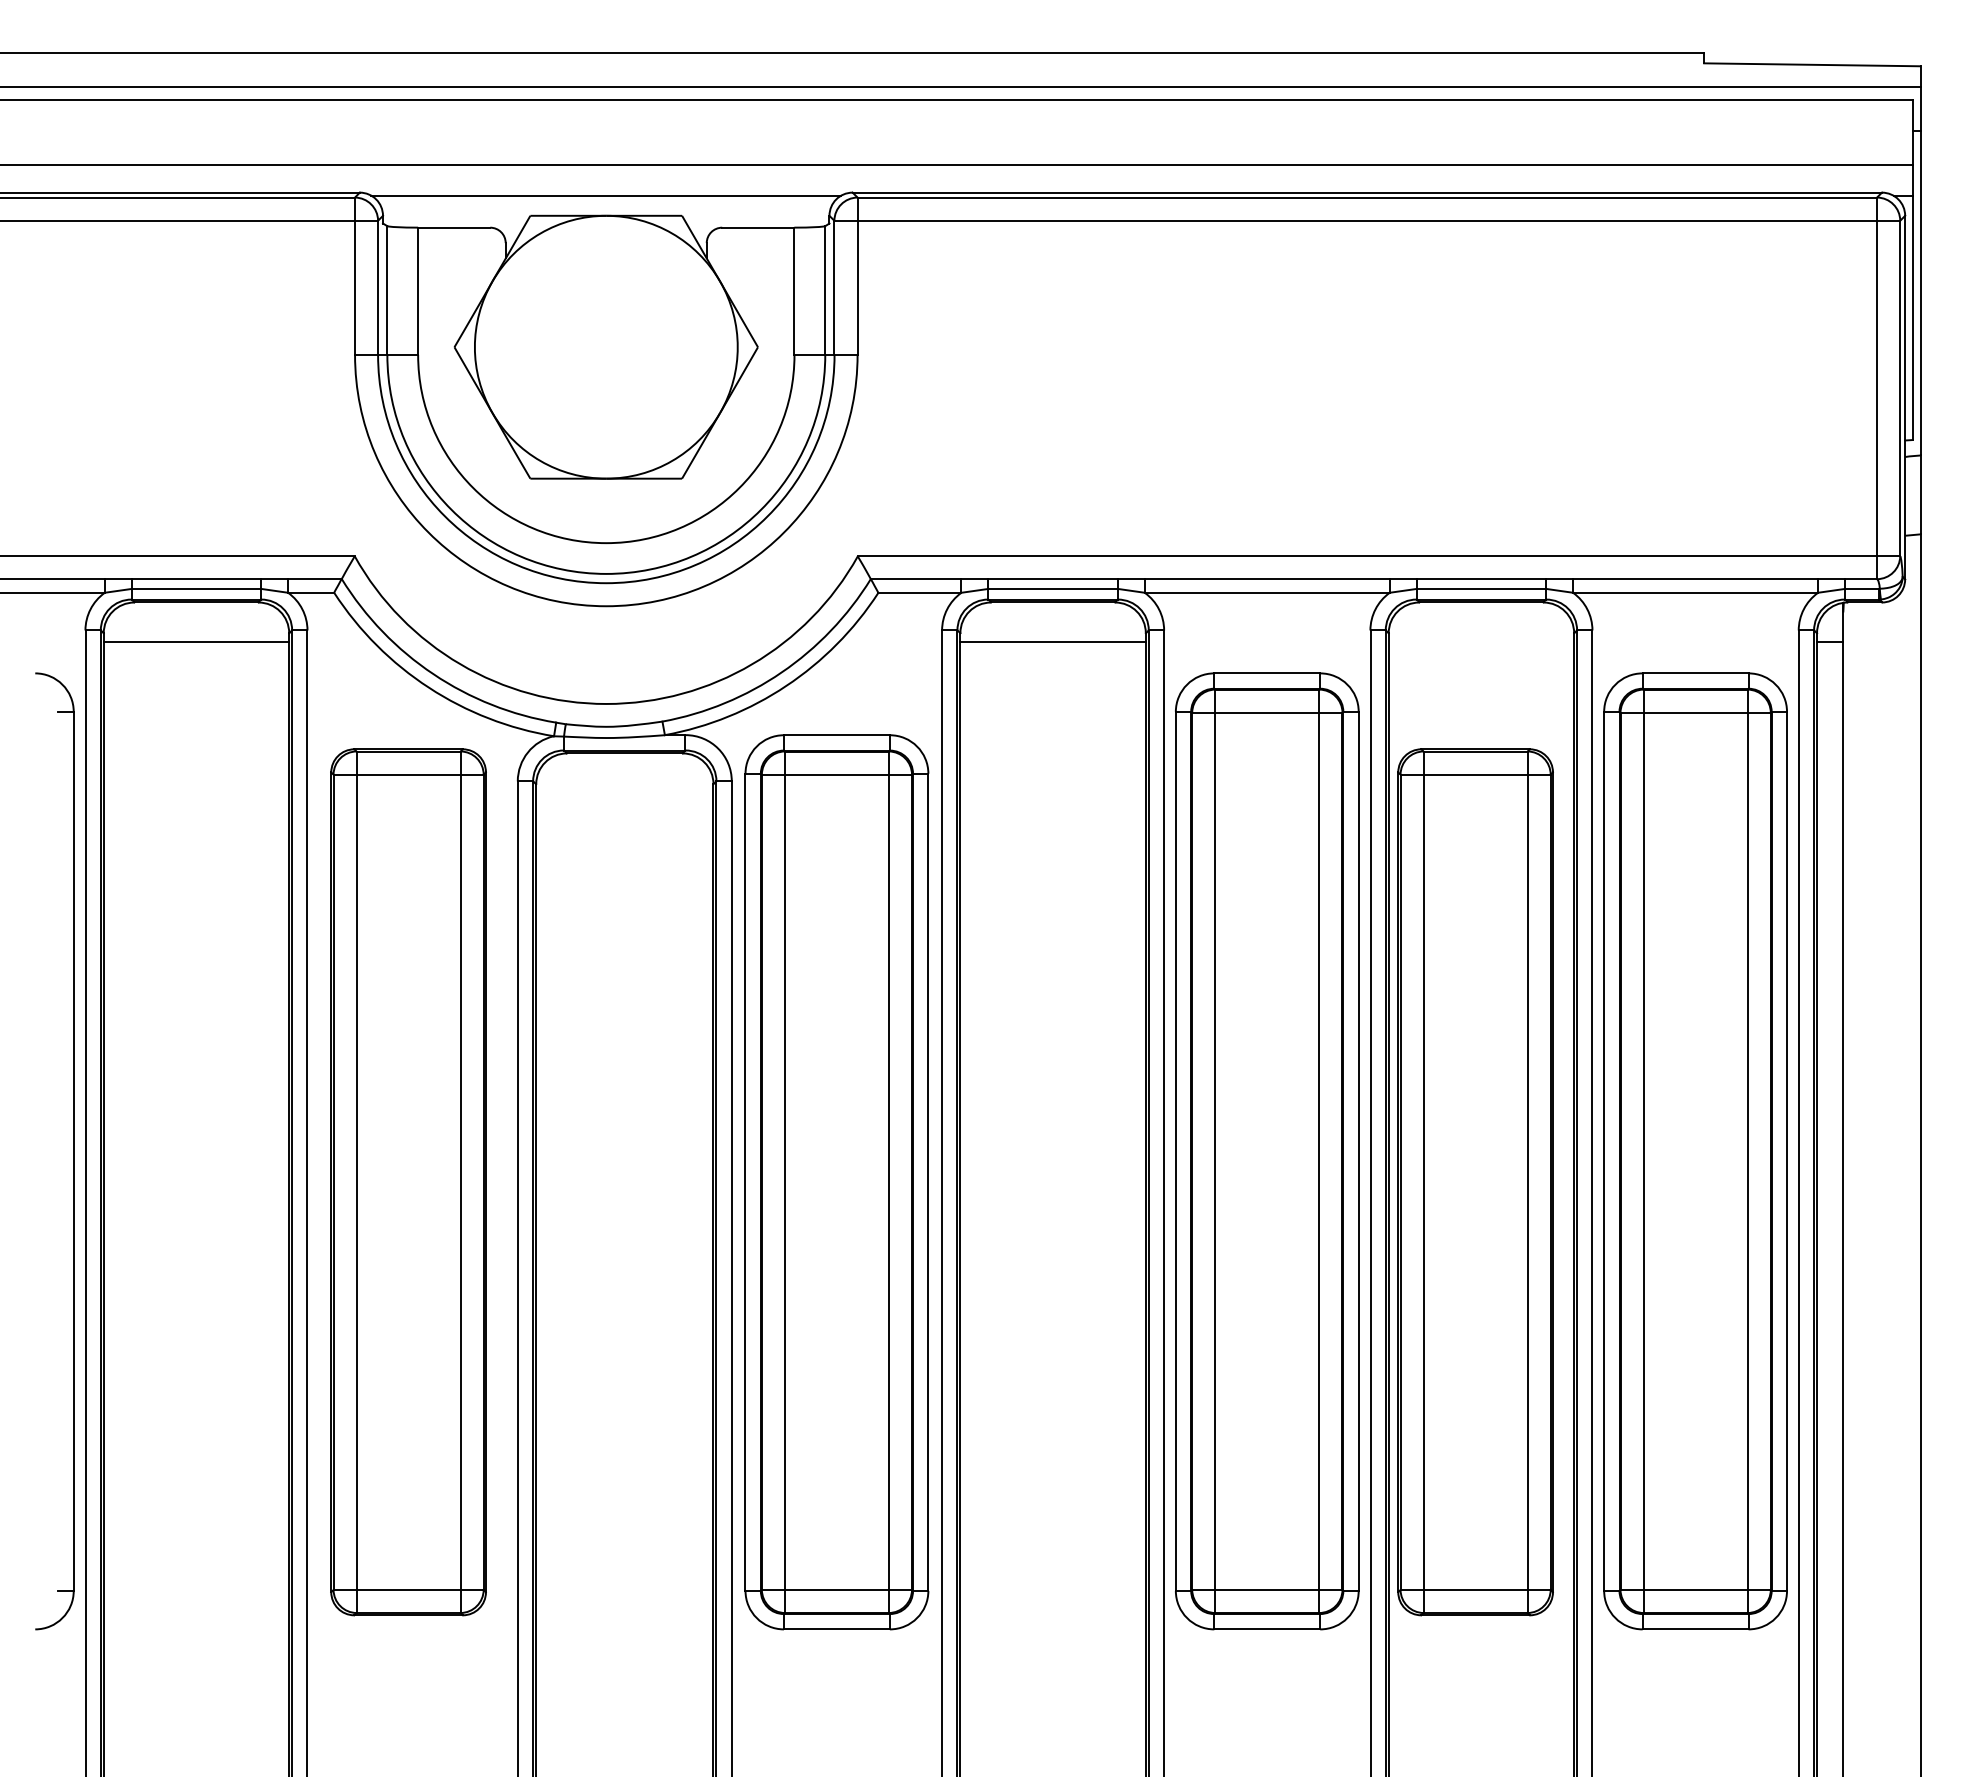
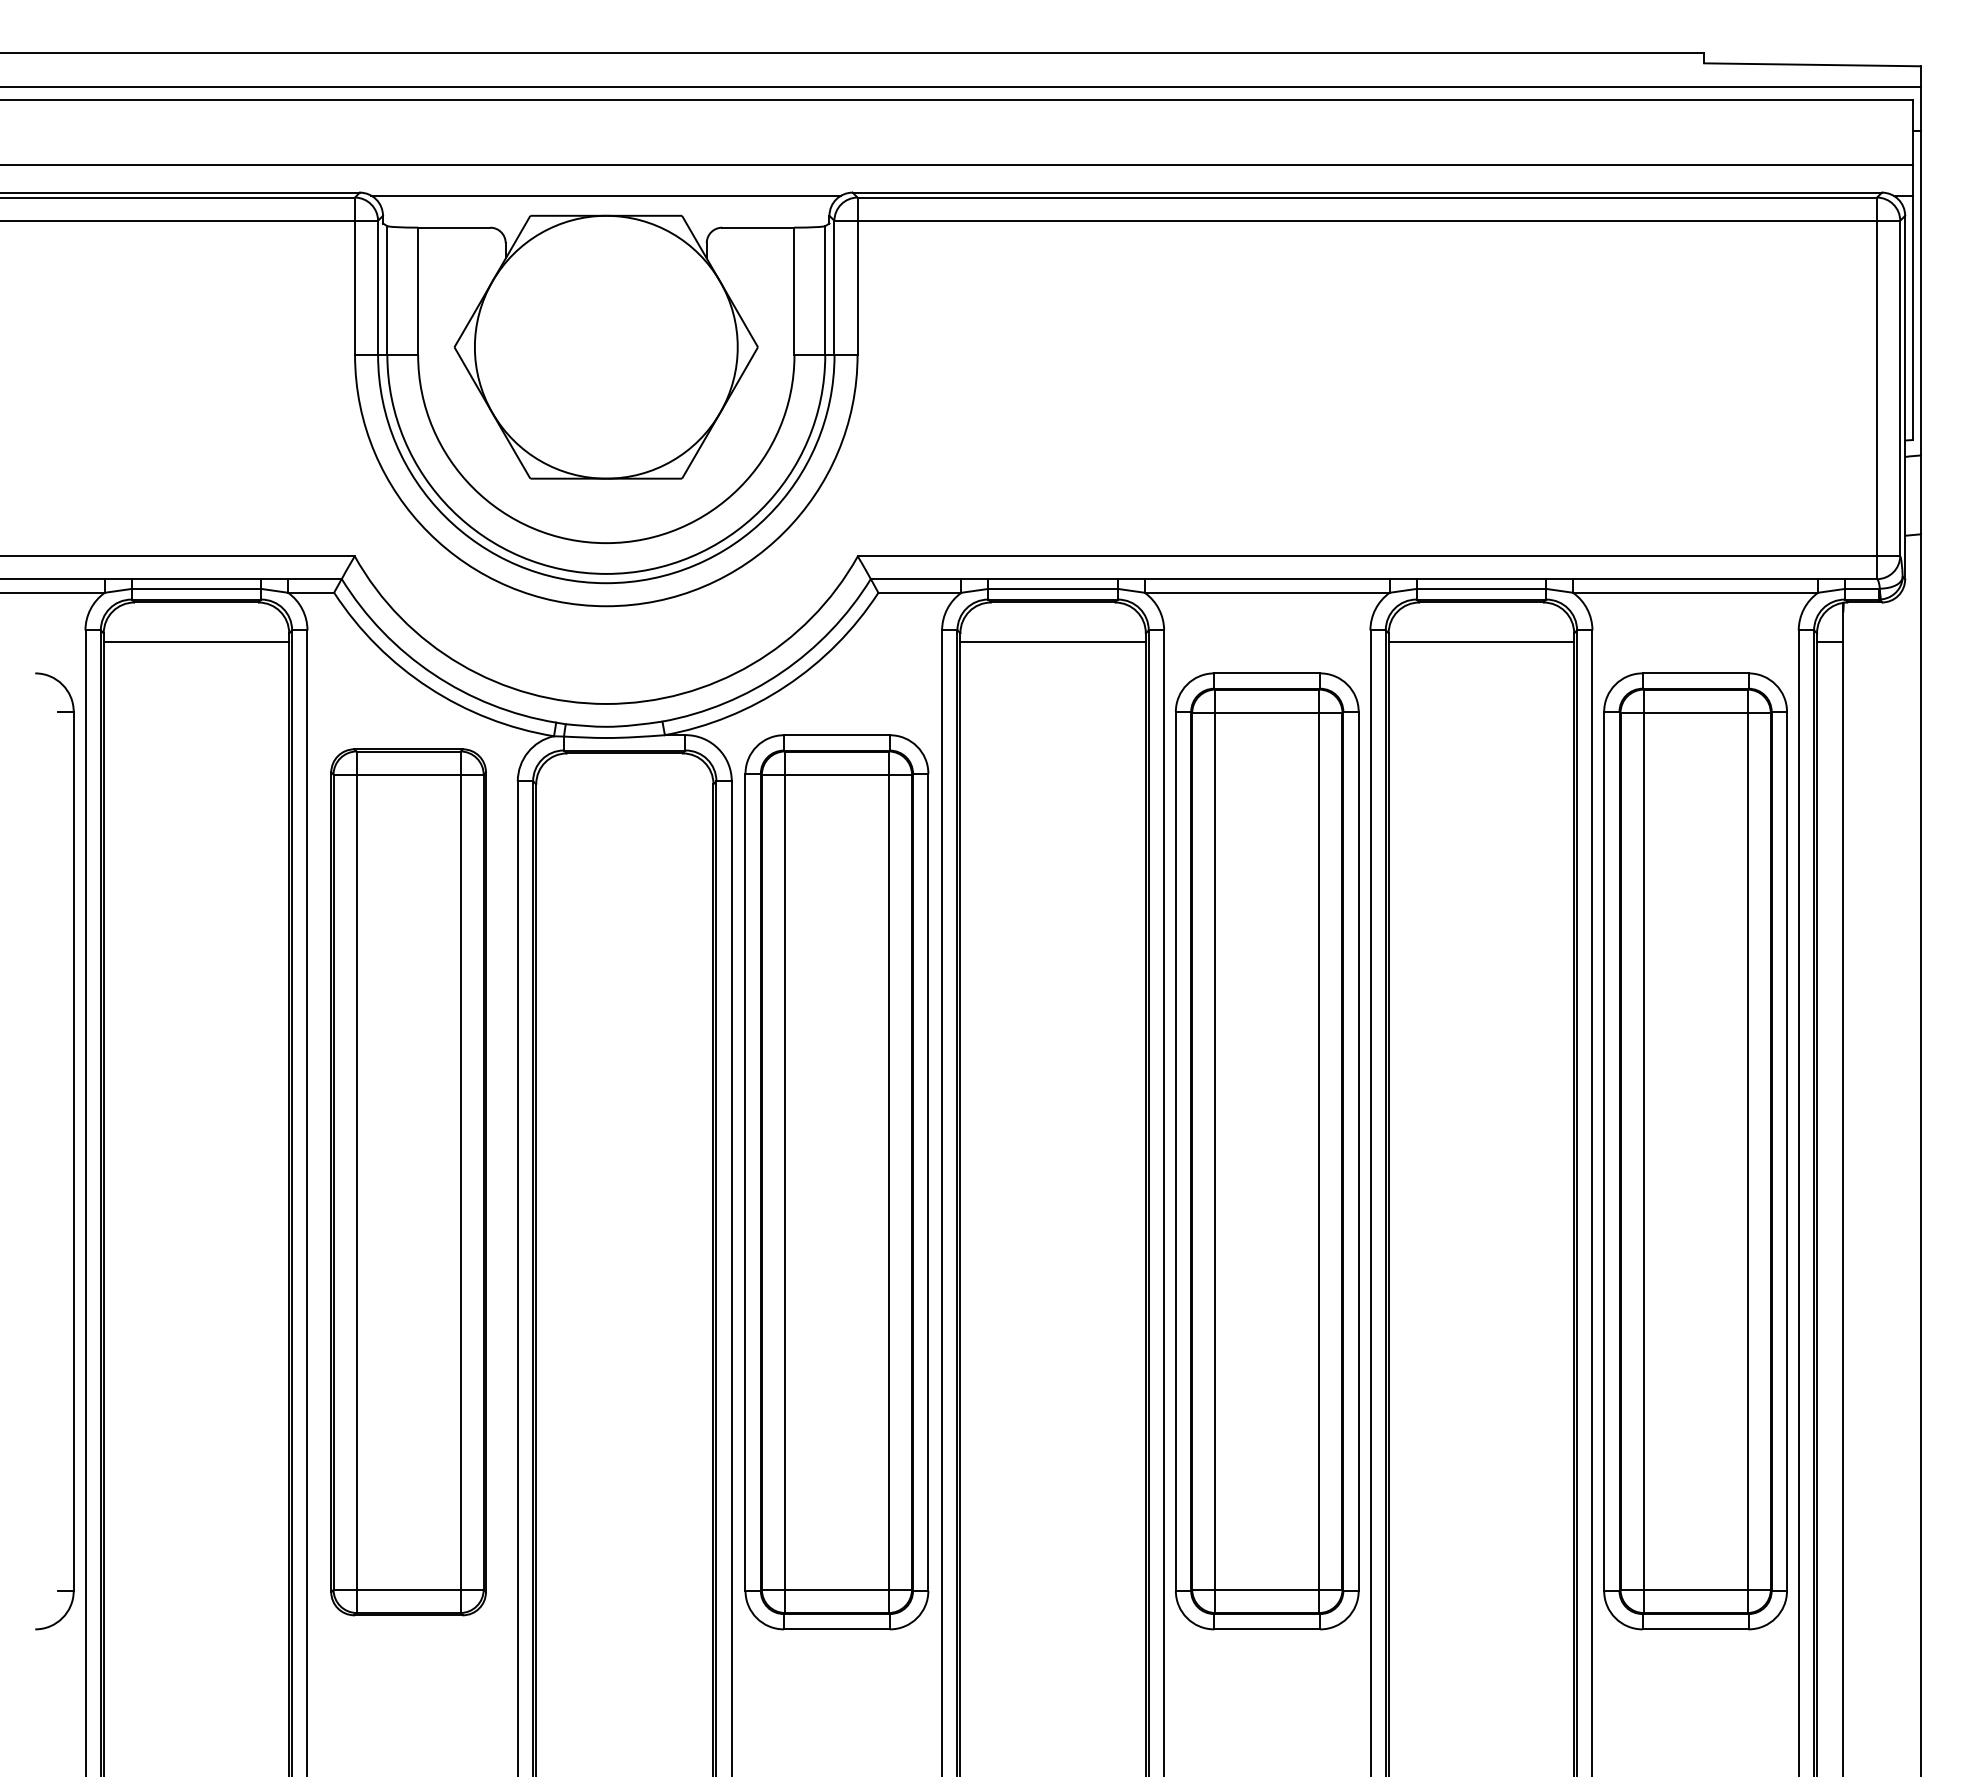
line at (1481, 642): none -> present
part at (1475, 1182): present -> none
